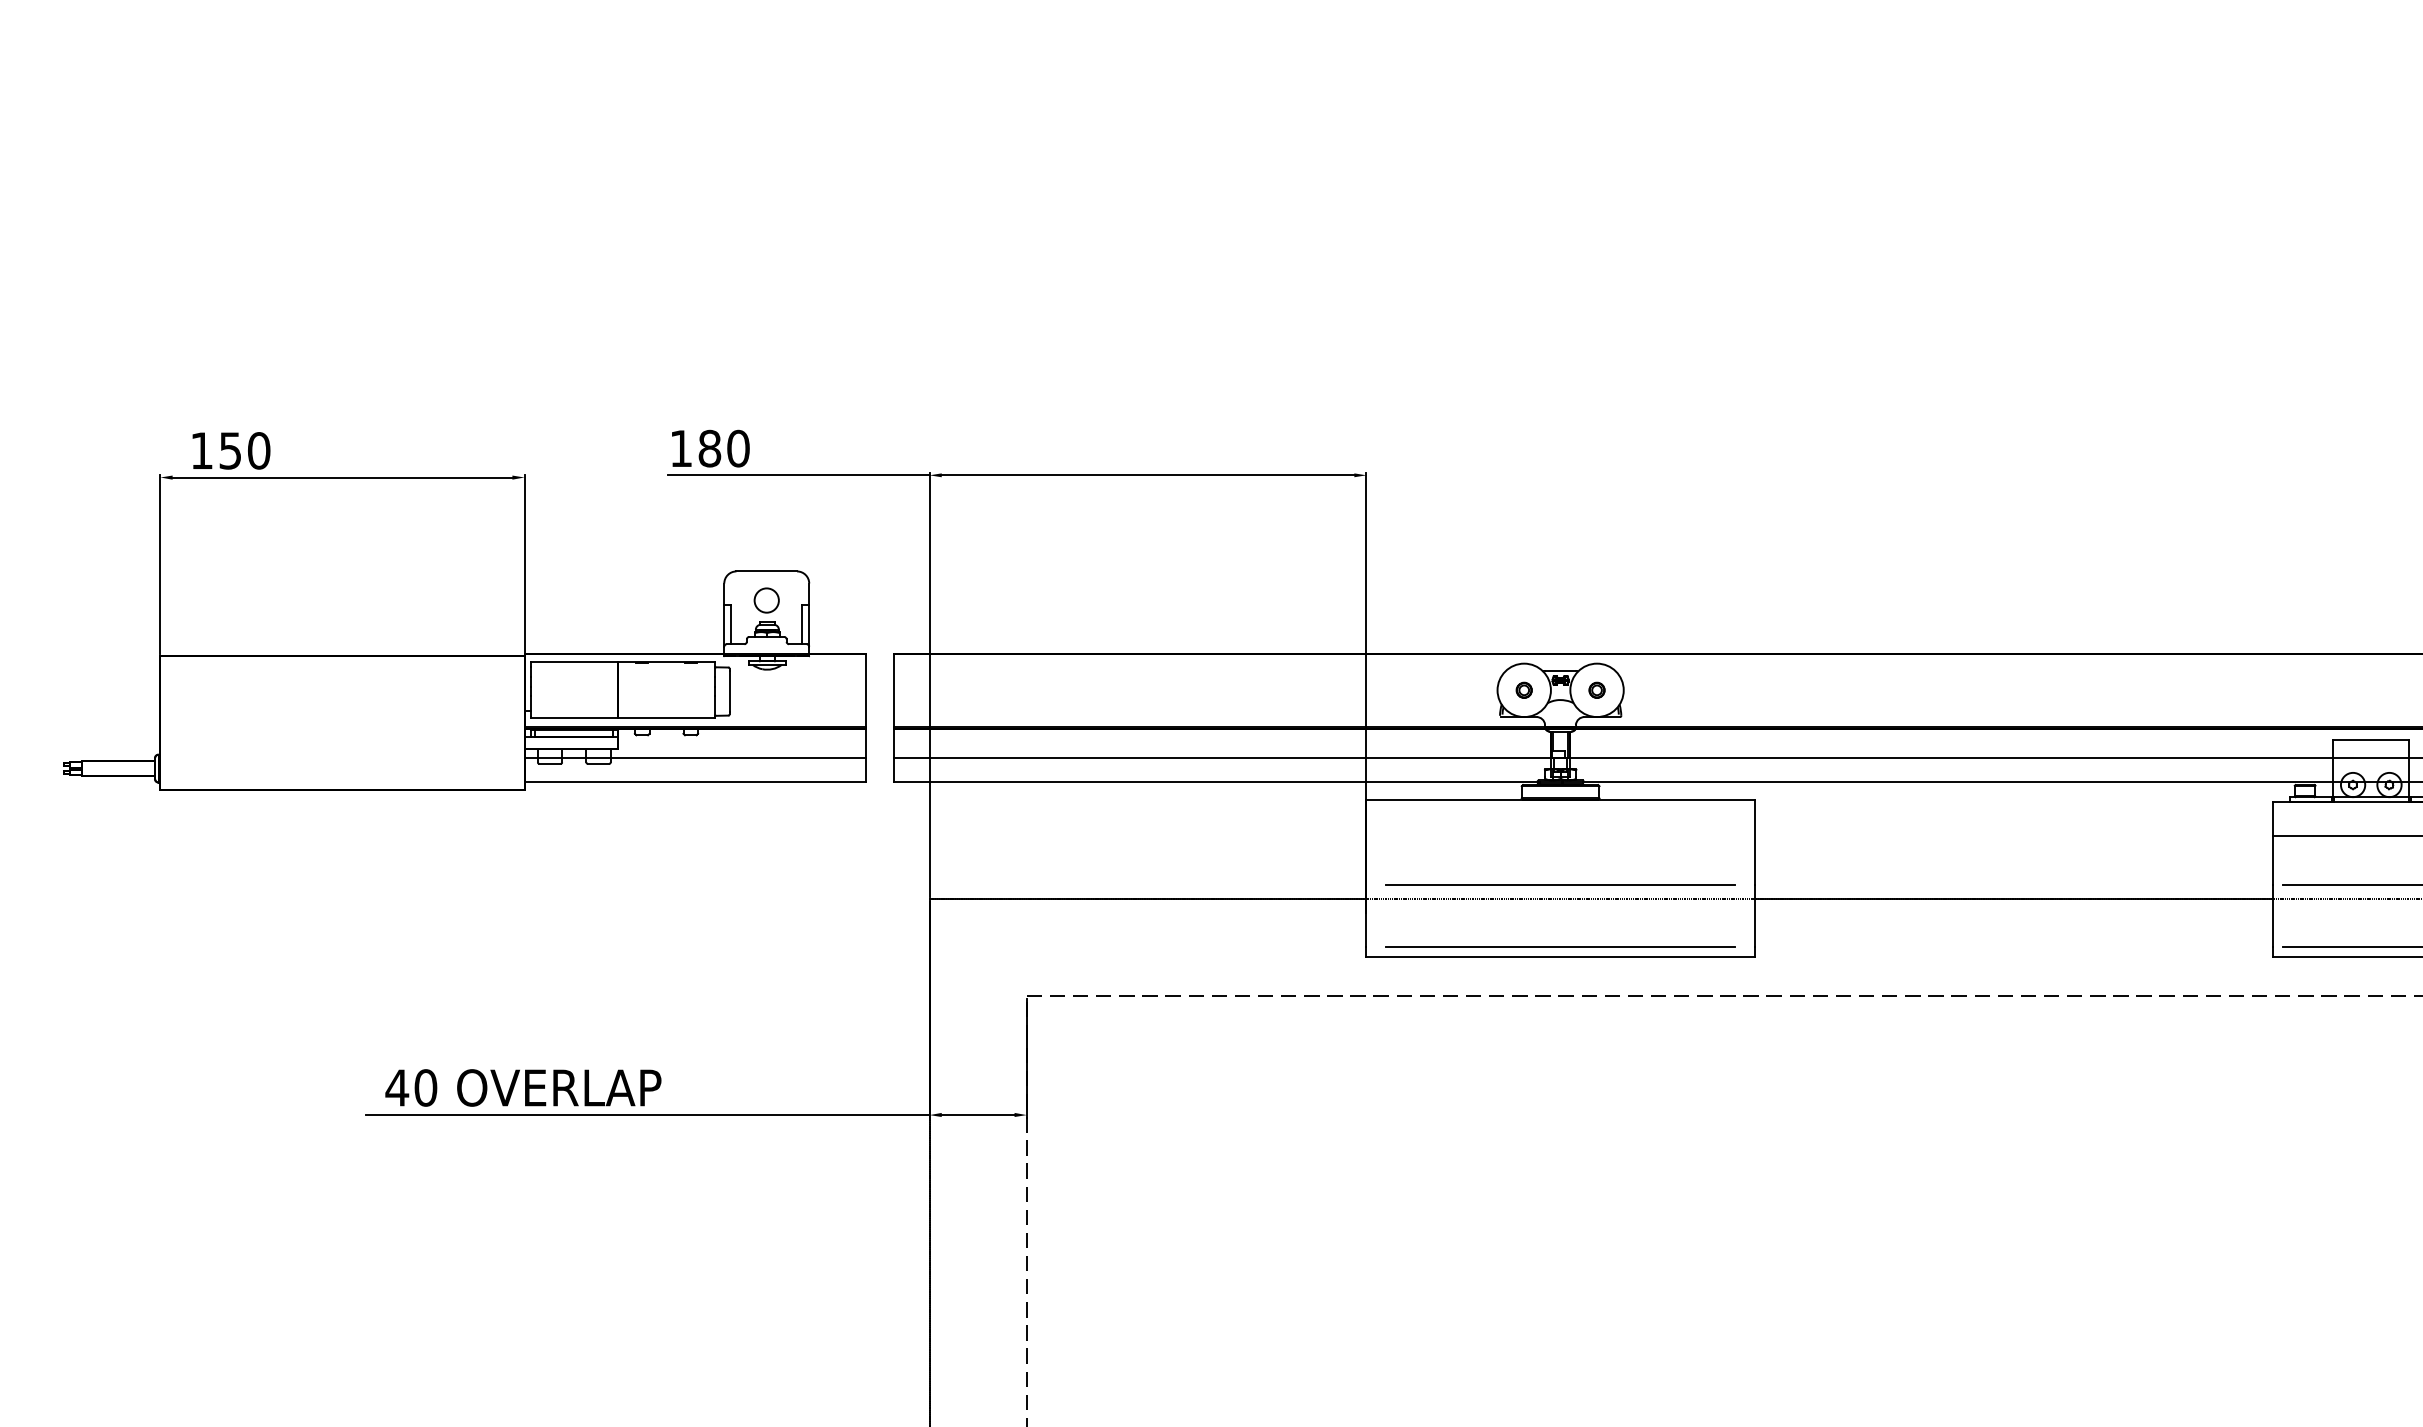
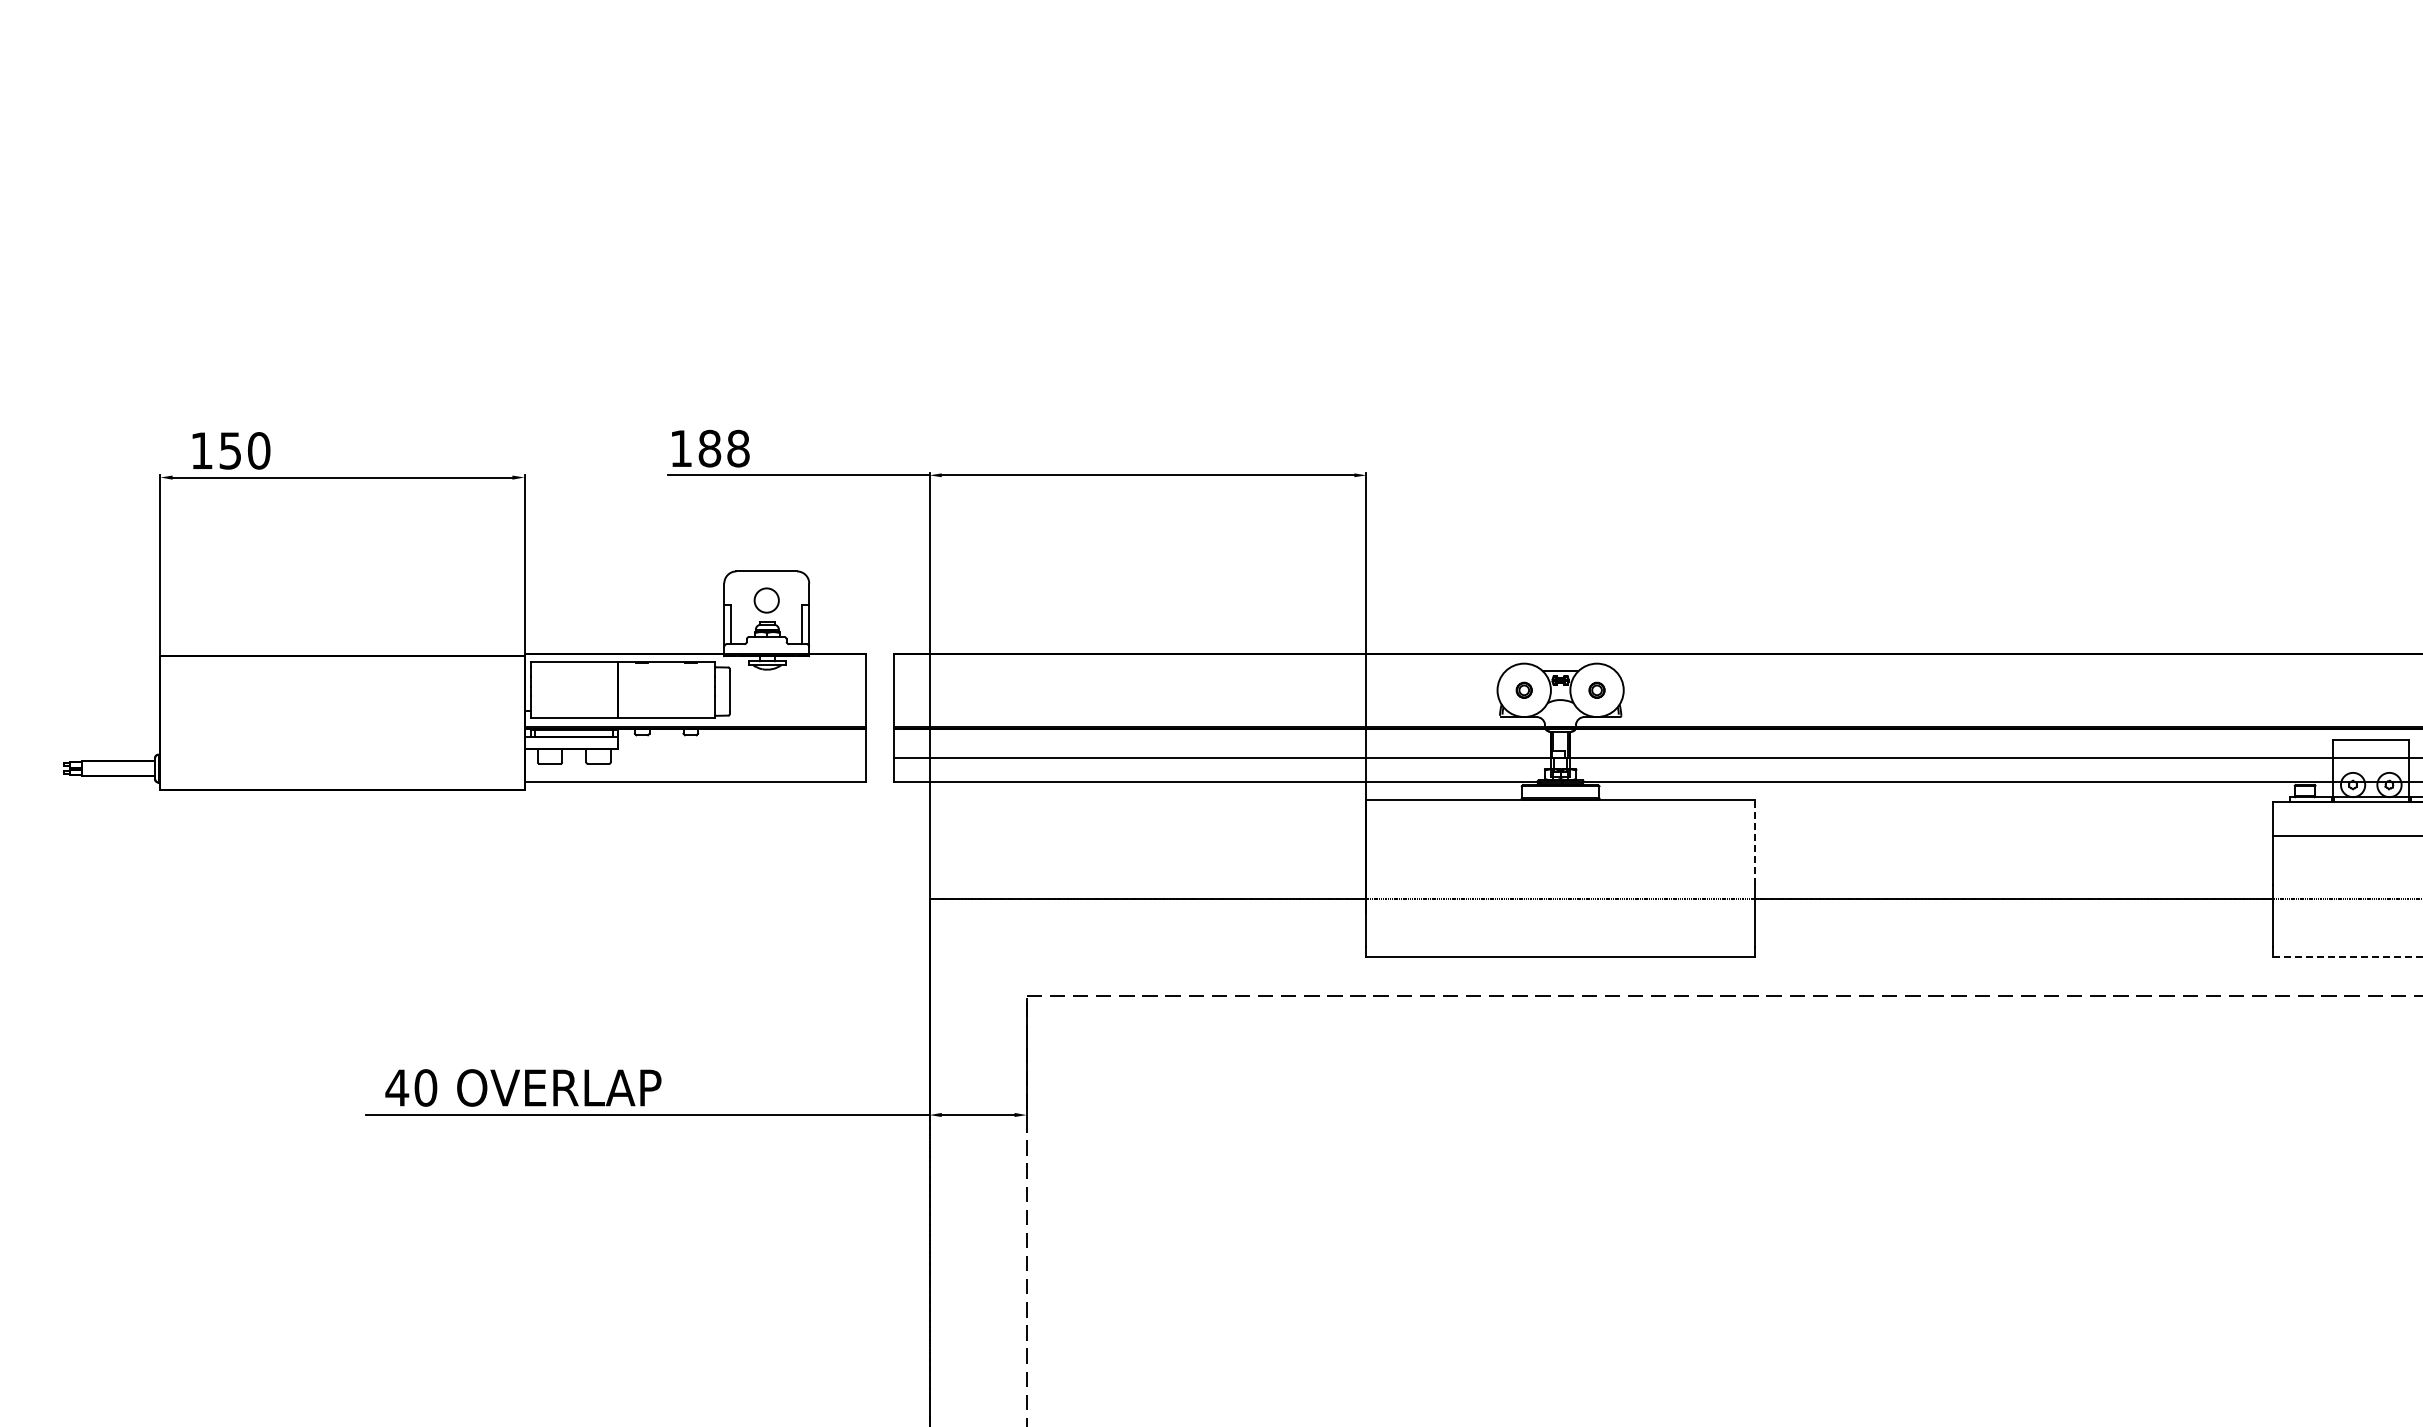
text at (738, 448): 180 -> 188
line at (694, 757): present -> none
line at (1754, 841): solid -> dashed
line at (1560, 884): present -> none
line at (2351, 884): present -> none
line at (1560, 946): present -> none
line at (2351, 947): present -> none
line at (2348, 957): solid -> dashed
